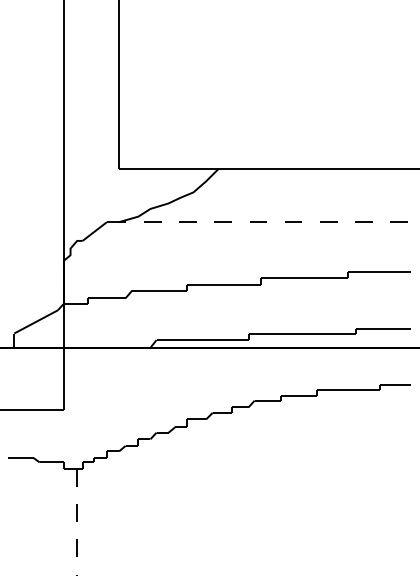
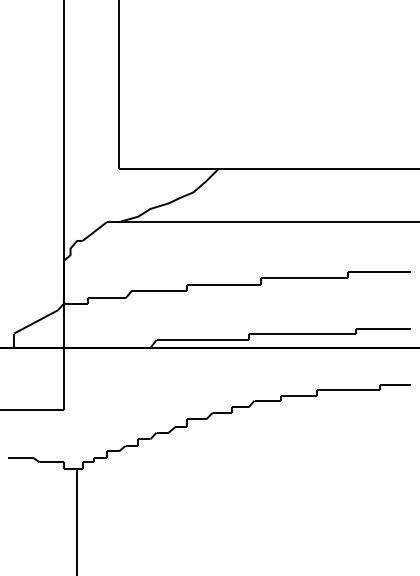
line at (268, 222): dashed -> solid
line at (77, 522): dashed -> solid
